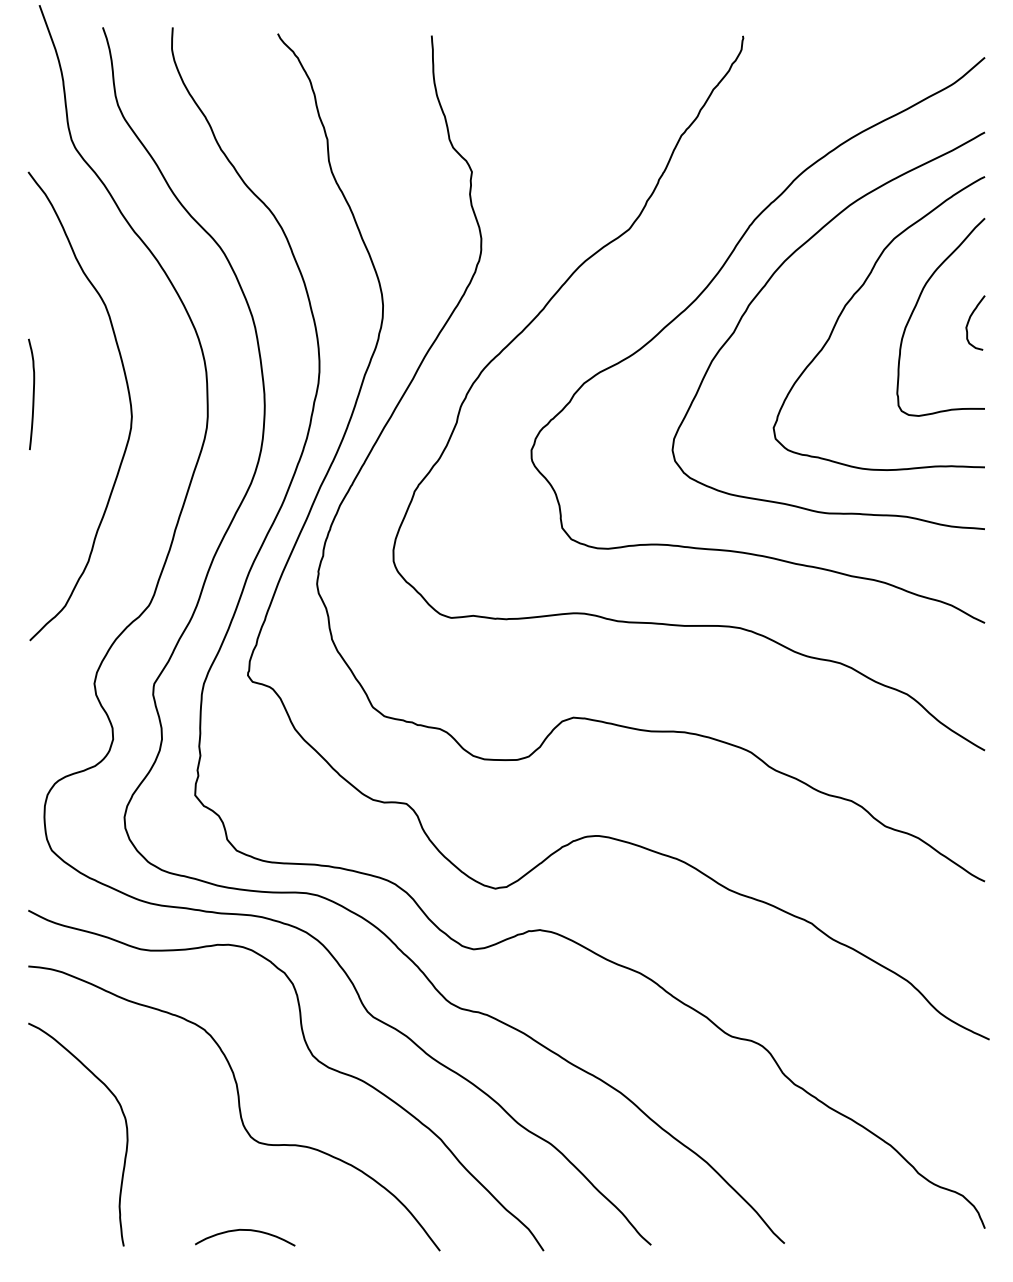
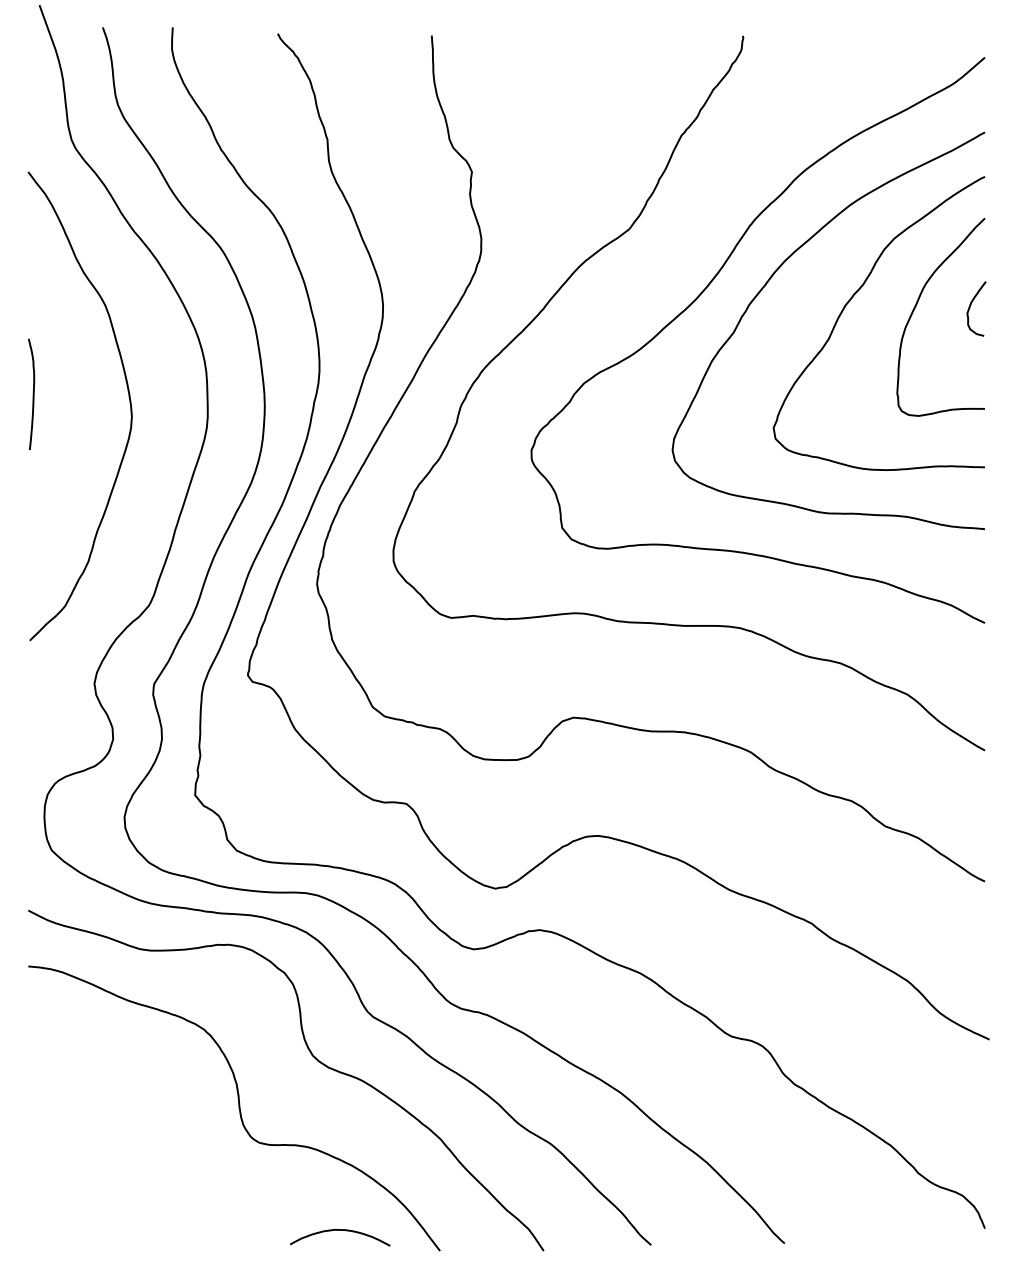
curve at (970, 319) position: (970, 319) -> (971, 305)
curve at (125, 1126): present -> none
curve at (245, 1230) position: (245, 1230) -> (340, 1230)
